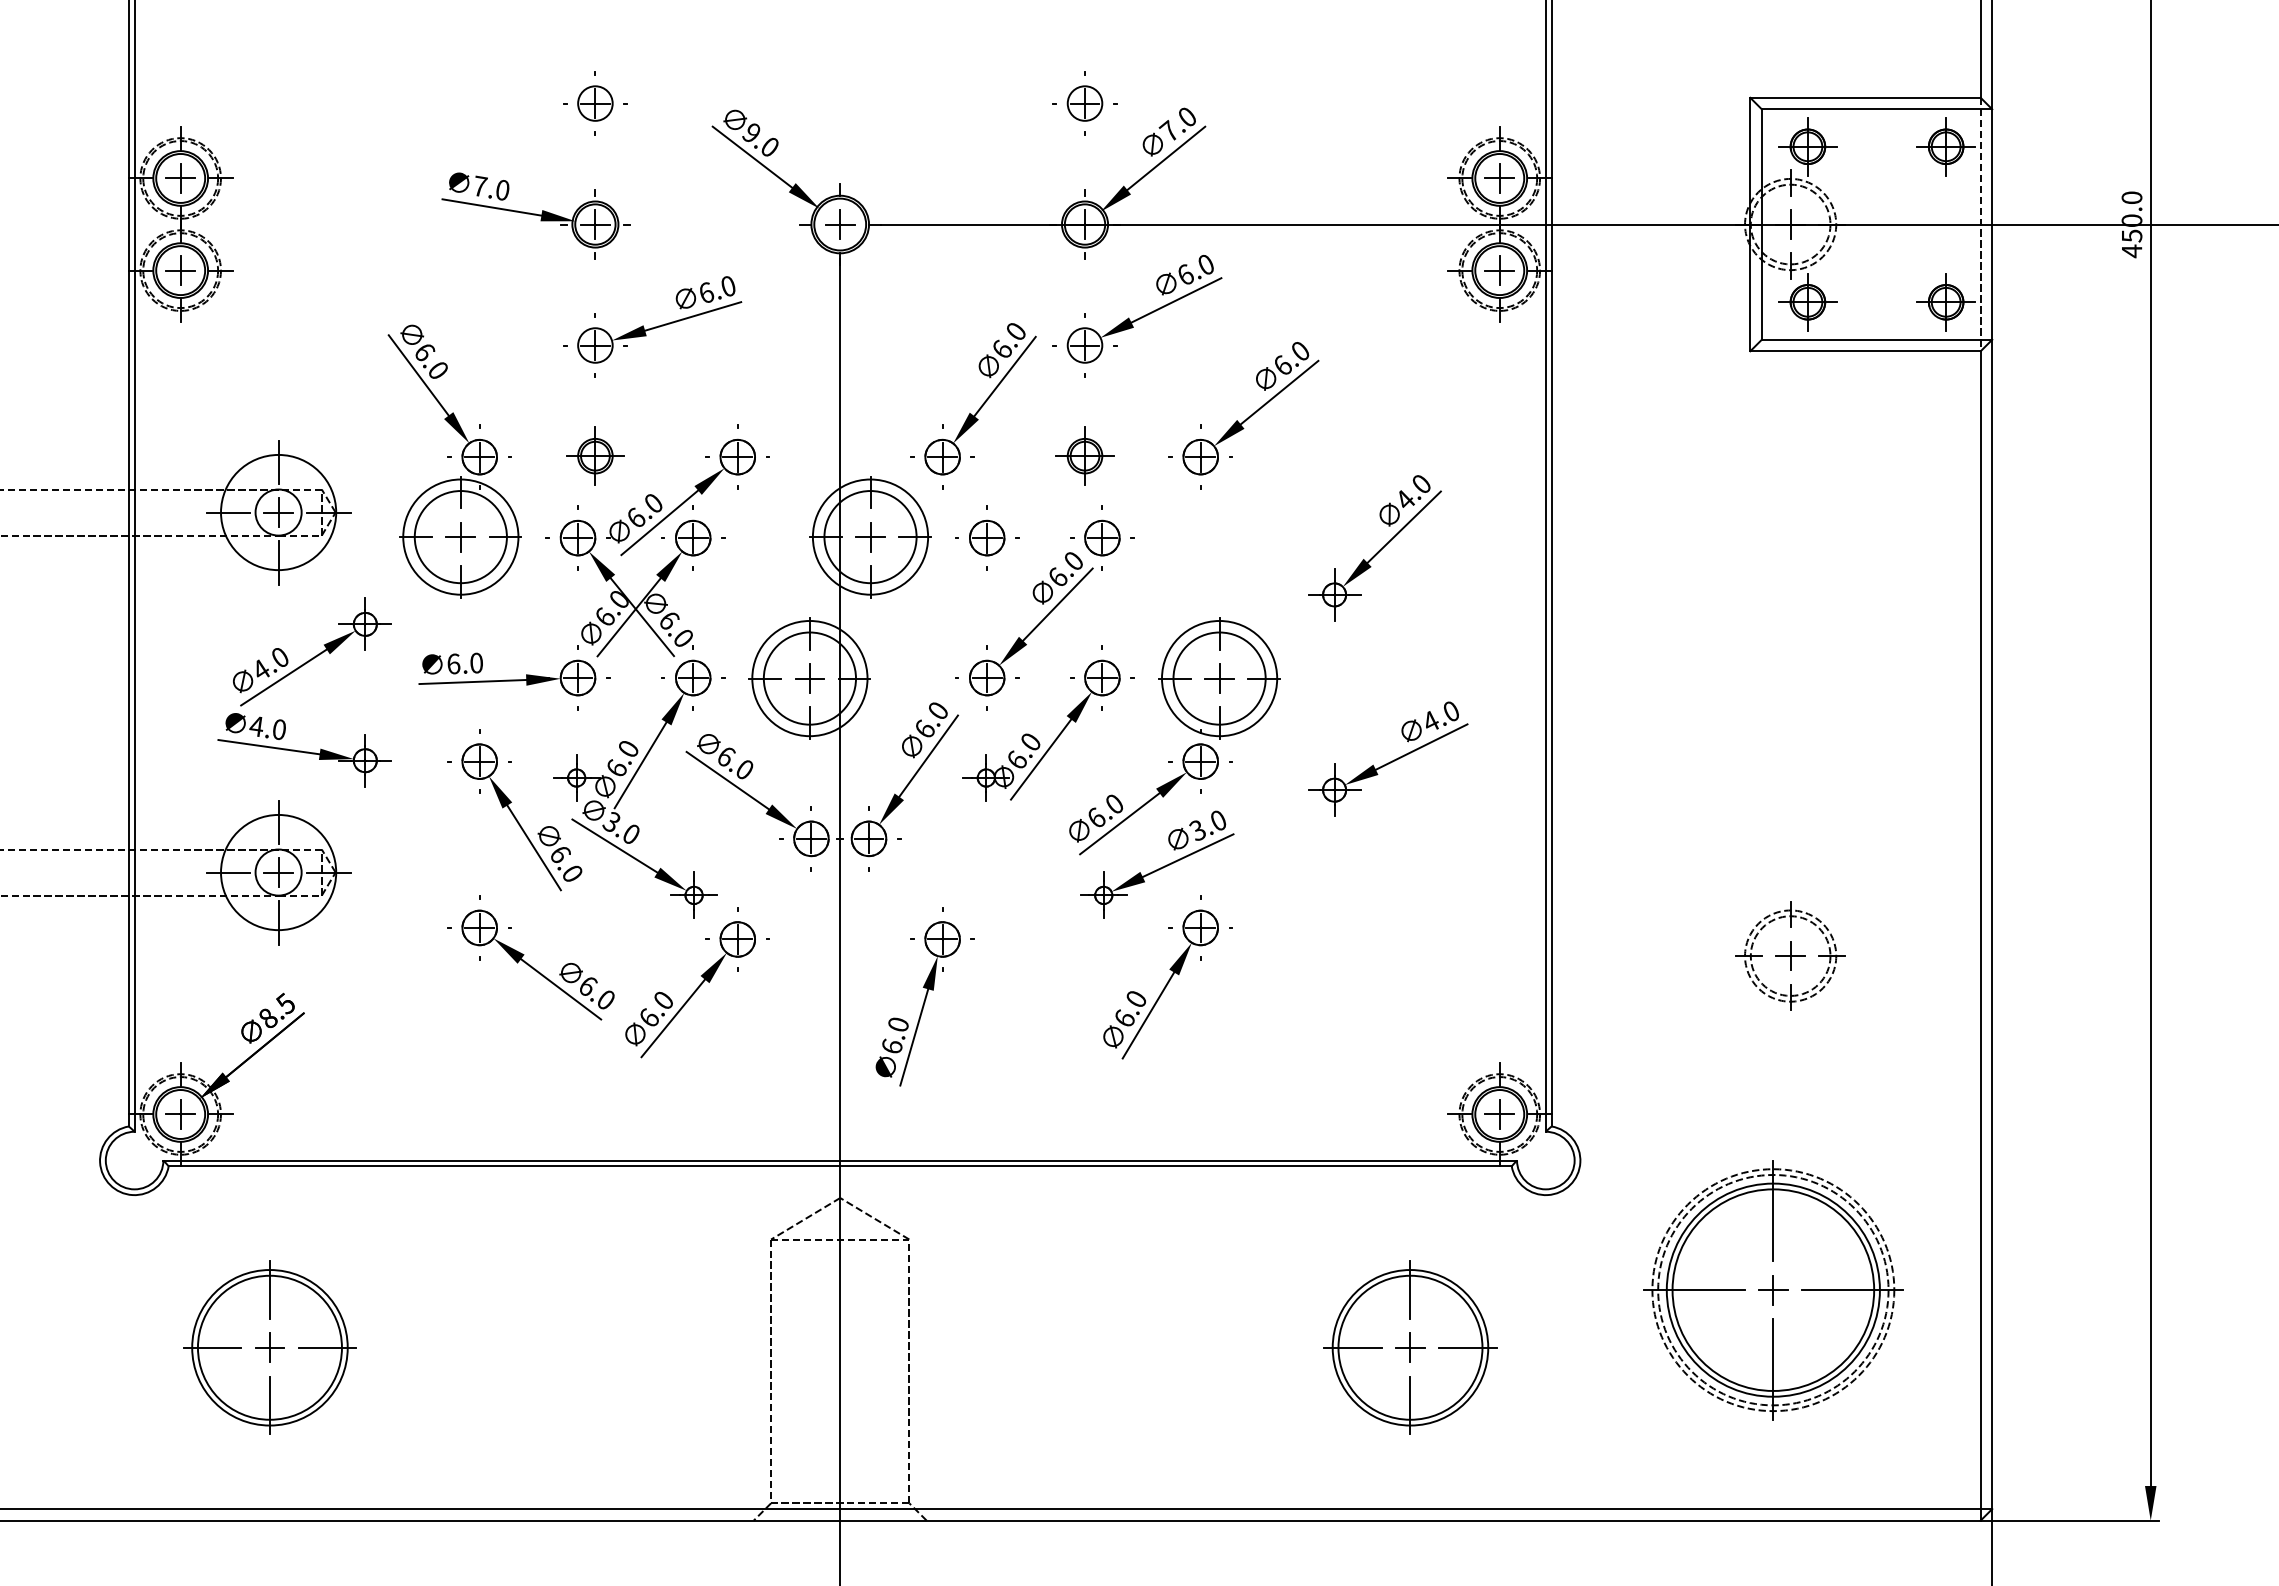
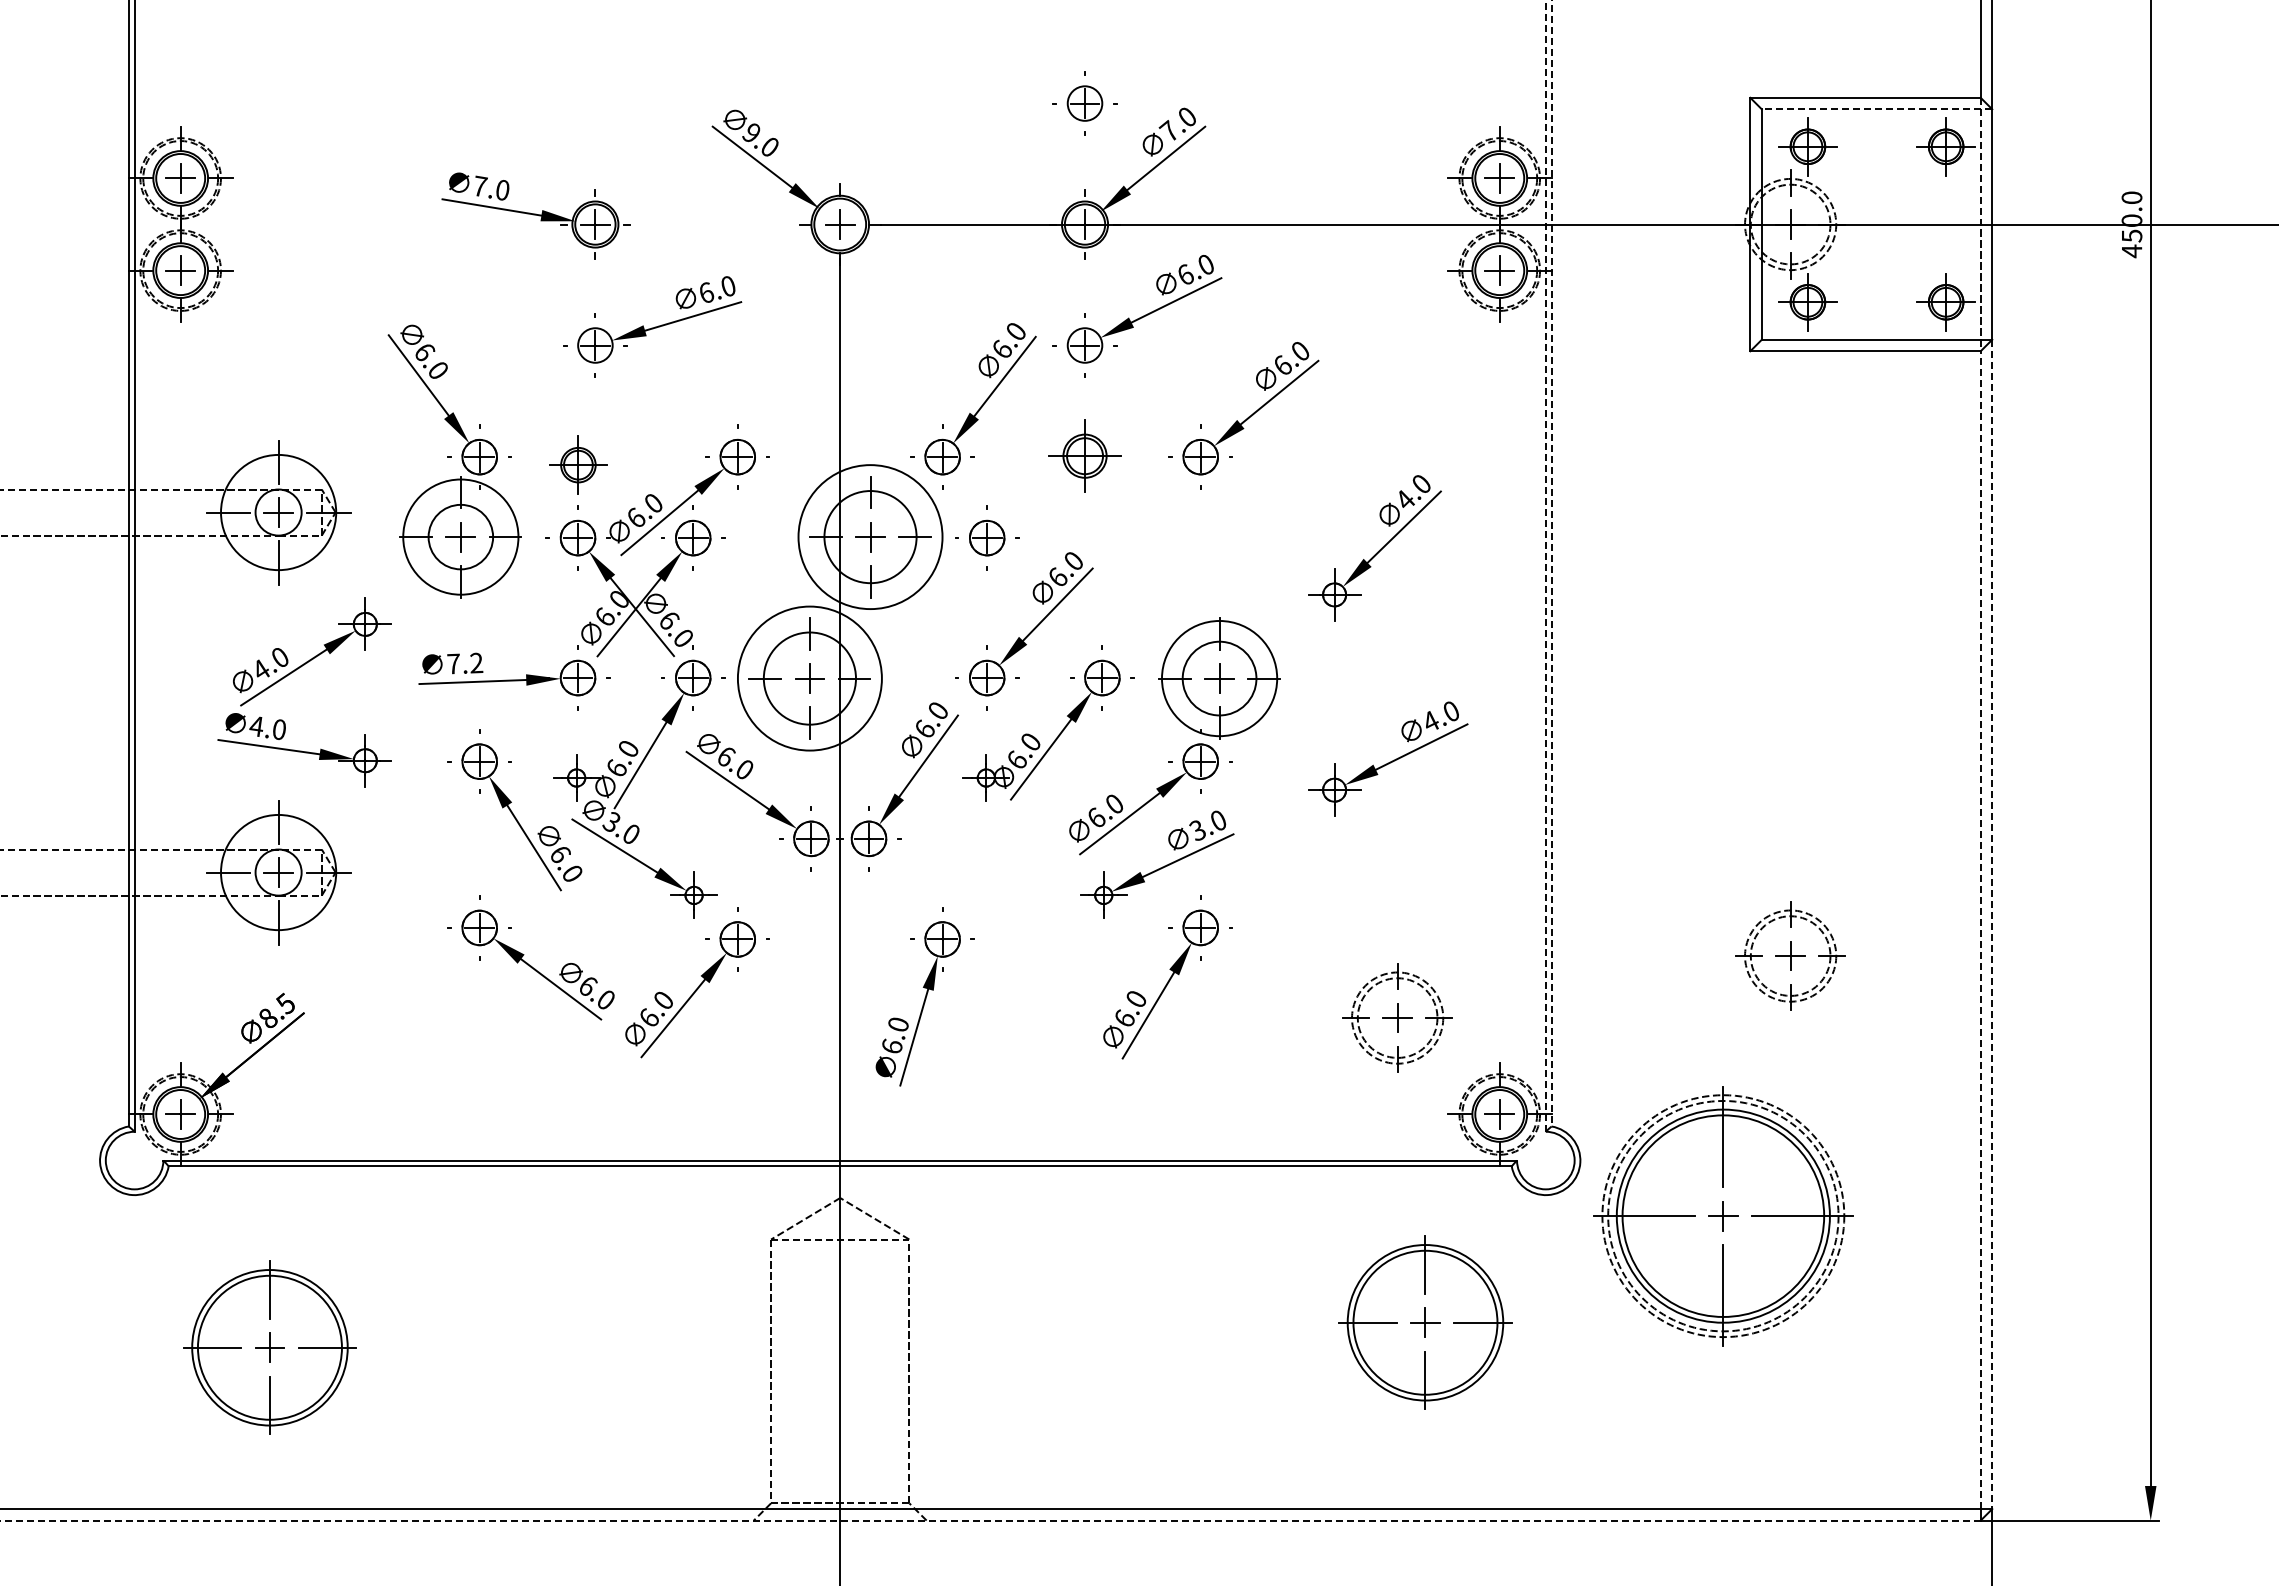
part at (595, 103): present -> none
line at (1876, 109): solid -> dashed
part at (595, 455) position: (595, 455) -> (578, 464)
part at (1084, 455) size: 60x60 px -> 74x74 px
circle at (870, 536) diameter: 115 px -> 144 px
circle at (460, 537) diameter: 92 px -> 65 px
part at (1102, 537): present -> none
line at (1551, 563): solid -> dashed
line at (1545, 565): solid -> dashed
text at (465, 663): 6.0 -> 7.2
circle at (809, 678) diameter: 115 px -> 144 px
circle at (1219, 678) diameter: 92 px -> 74 px
line at (1992, 924): solid -> dashed
line at (1980, 930): solid -> dashed
part at (1397, 1017): none -> present
part at (1773, 1290) position: (1773, 1290) -> (1723, 1216)
part at (1410, 1347) position: (1410, 1347) -> (1425, 1322)
line at (990, 1520): solid -> dashed
